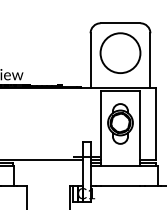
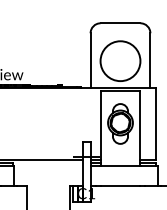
circle at (120, 52) position: (120, 52) -> (120, 60)
